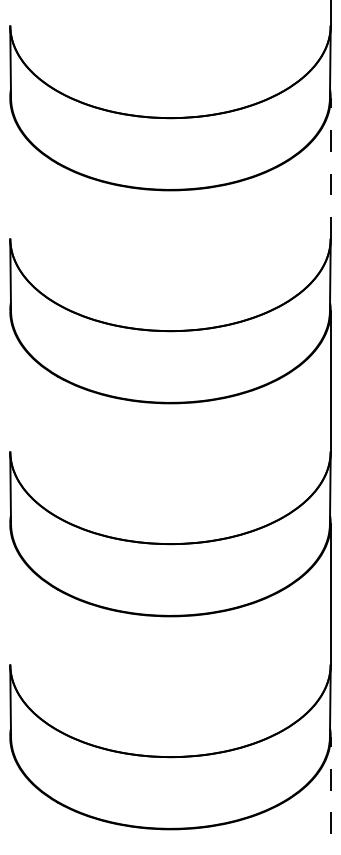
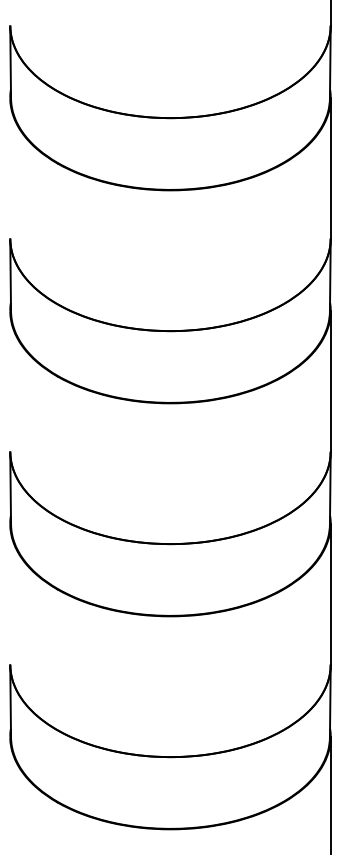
line at (330, 167): dashed -> solid
line at (330, 795): dashed -> solid
